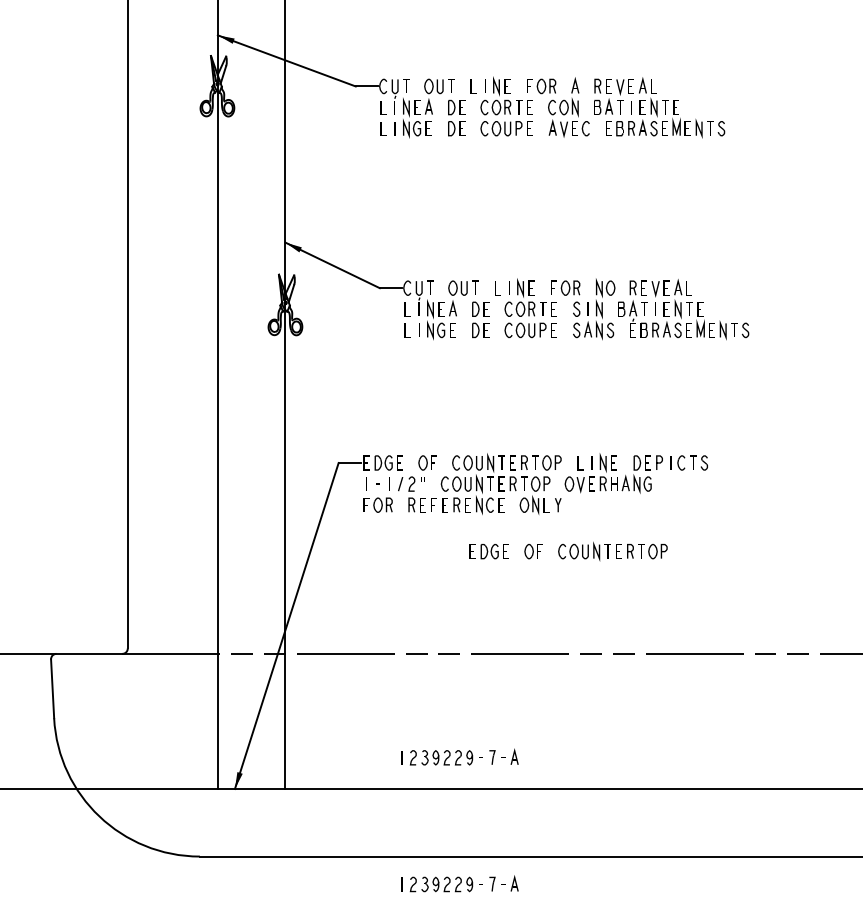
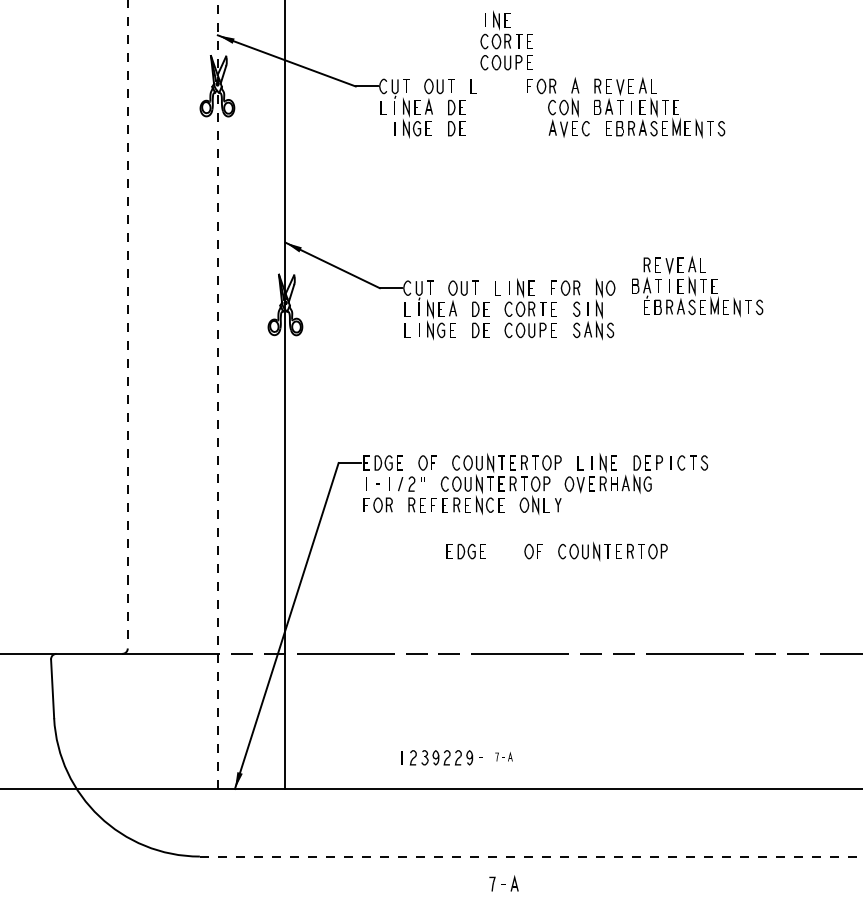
part at (506, 106) position: (506, 106) -> (506, 40)
line at (381, 128): present -> none
part at (683, 309) position: (683, 309) -> (697, 286)
line at (127, 324): solid -> dashed
line at (217, 394): solid -> dashed
part at (488, 551) position: (488, 551) -> (465, 551)
part at (503, 756) size: 30x17 px -> 18x10 px
line at (531, 856): solid -> dashed
part at (441, 884): present -> none
